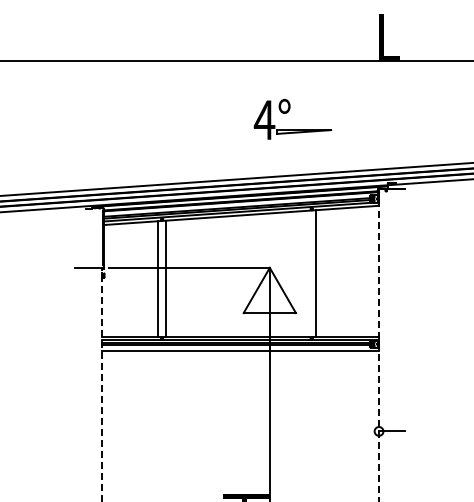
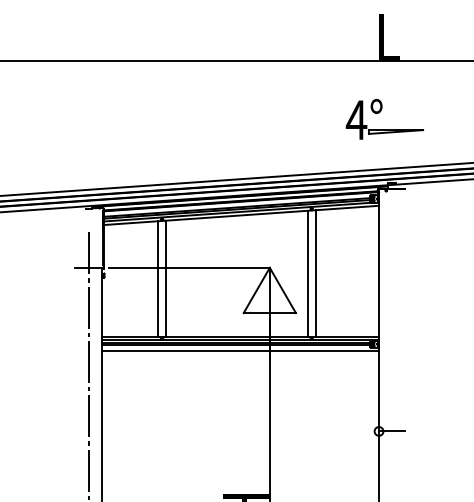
part at (287, 113) position: (287, 113) -> (379, 113)
line at (307, 273): none -> present
line at (379, 345): dashed -> solid
line at (89, 365): none -> present
line at (102, 384): dashed -> solid
